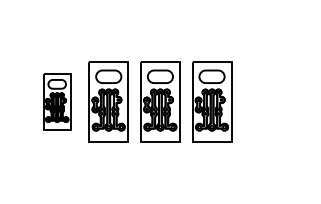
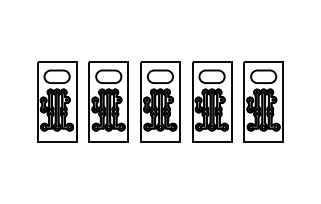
part at (57, 101) size: 29x58 px -> 41x82 px
part at (263, 101): none -> present
